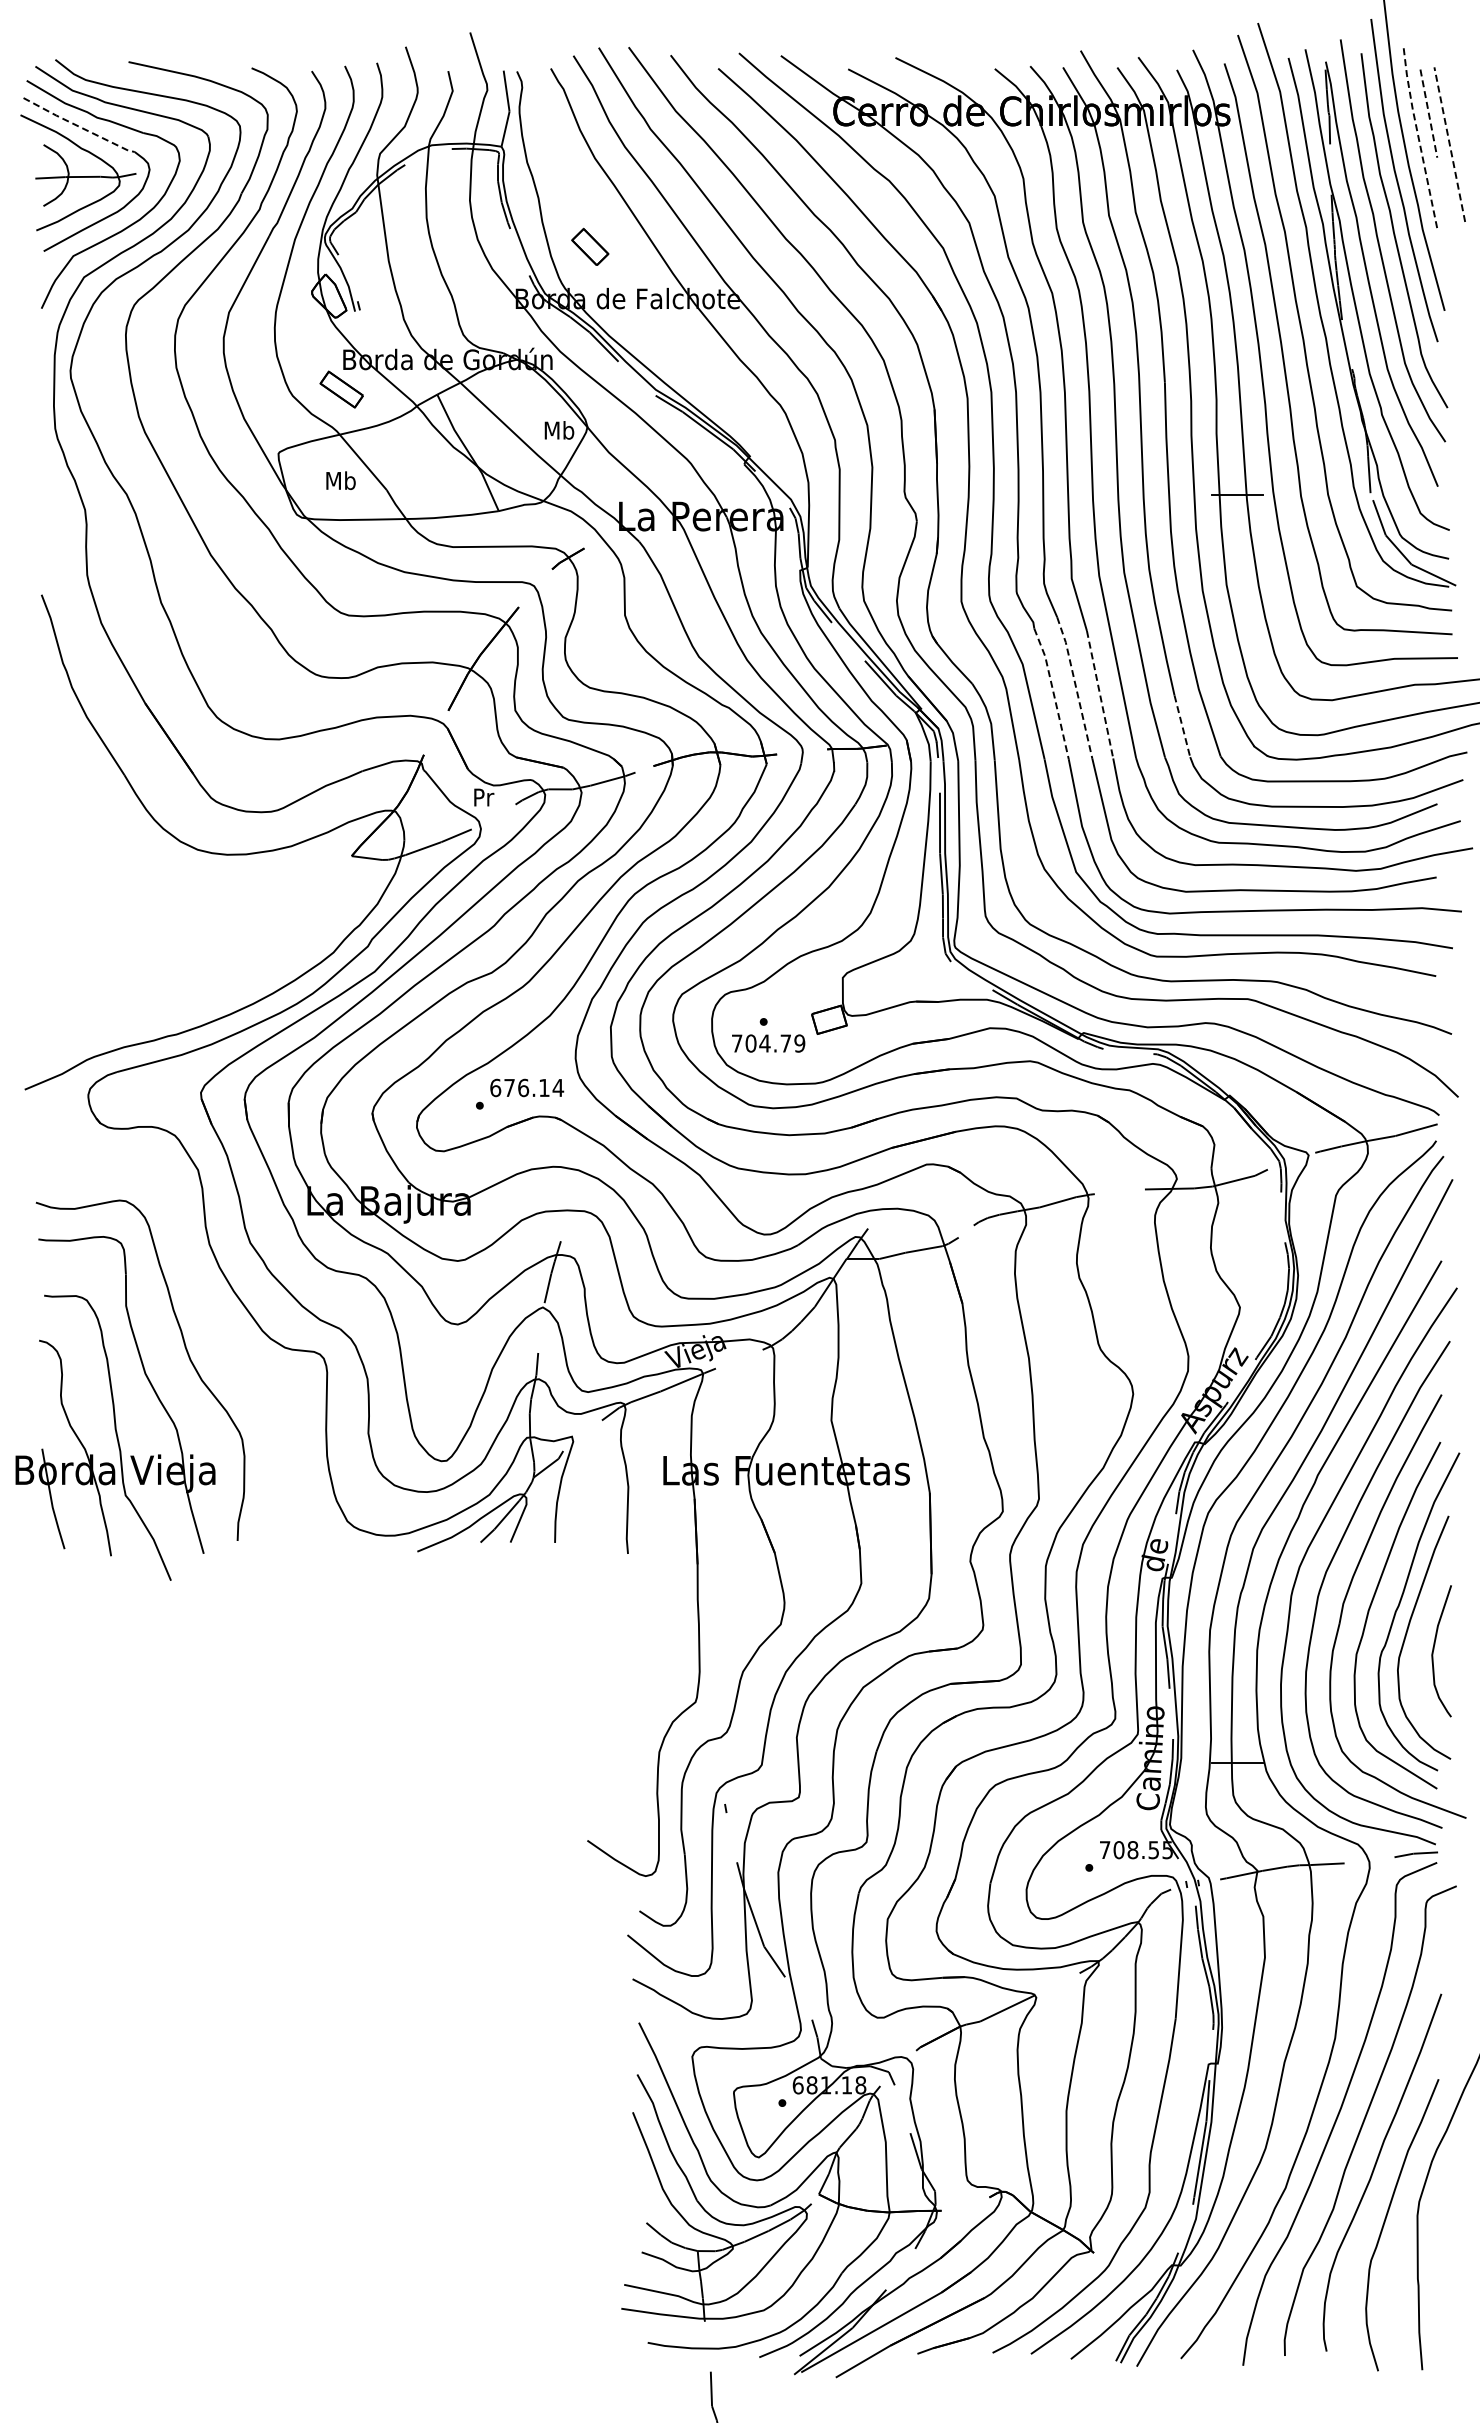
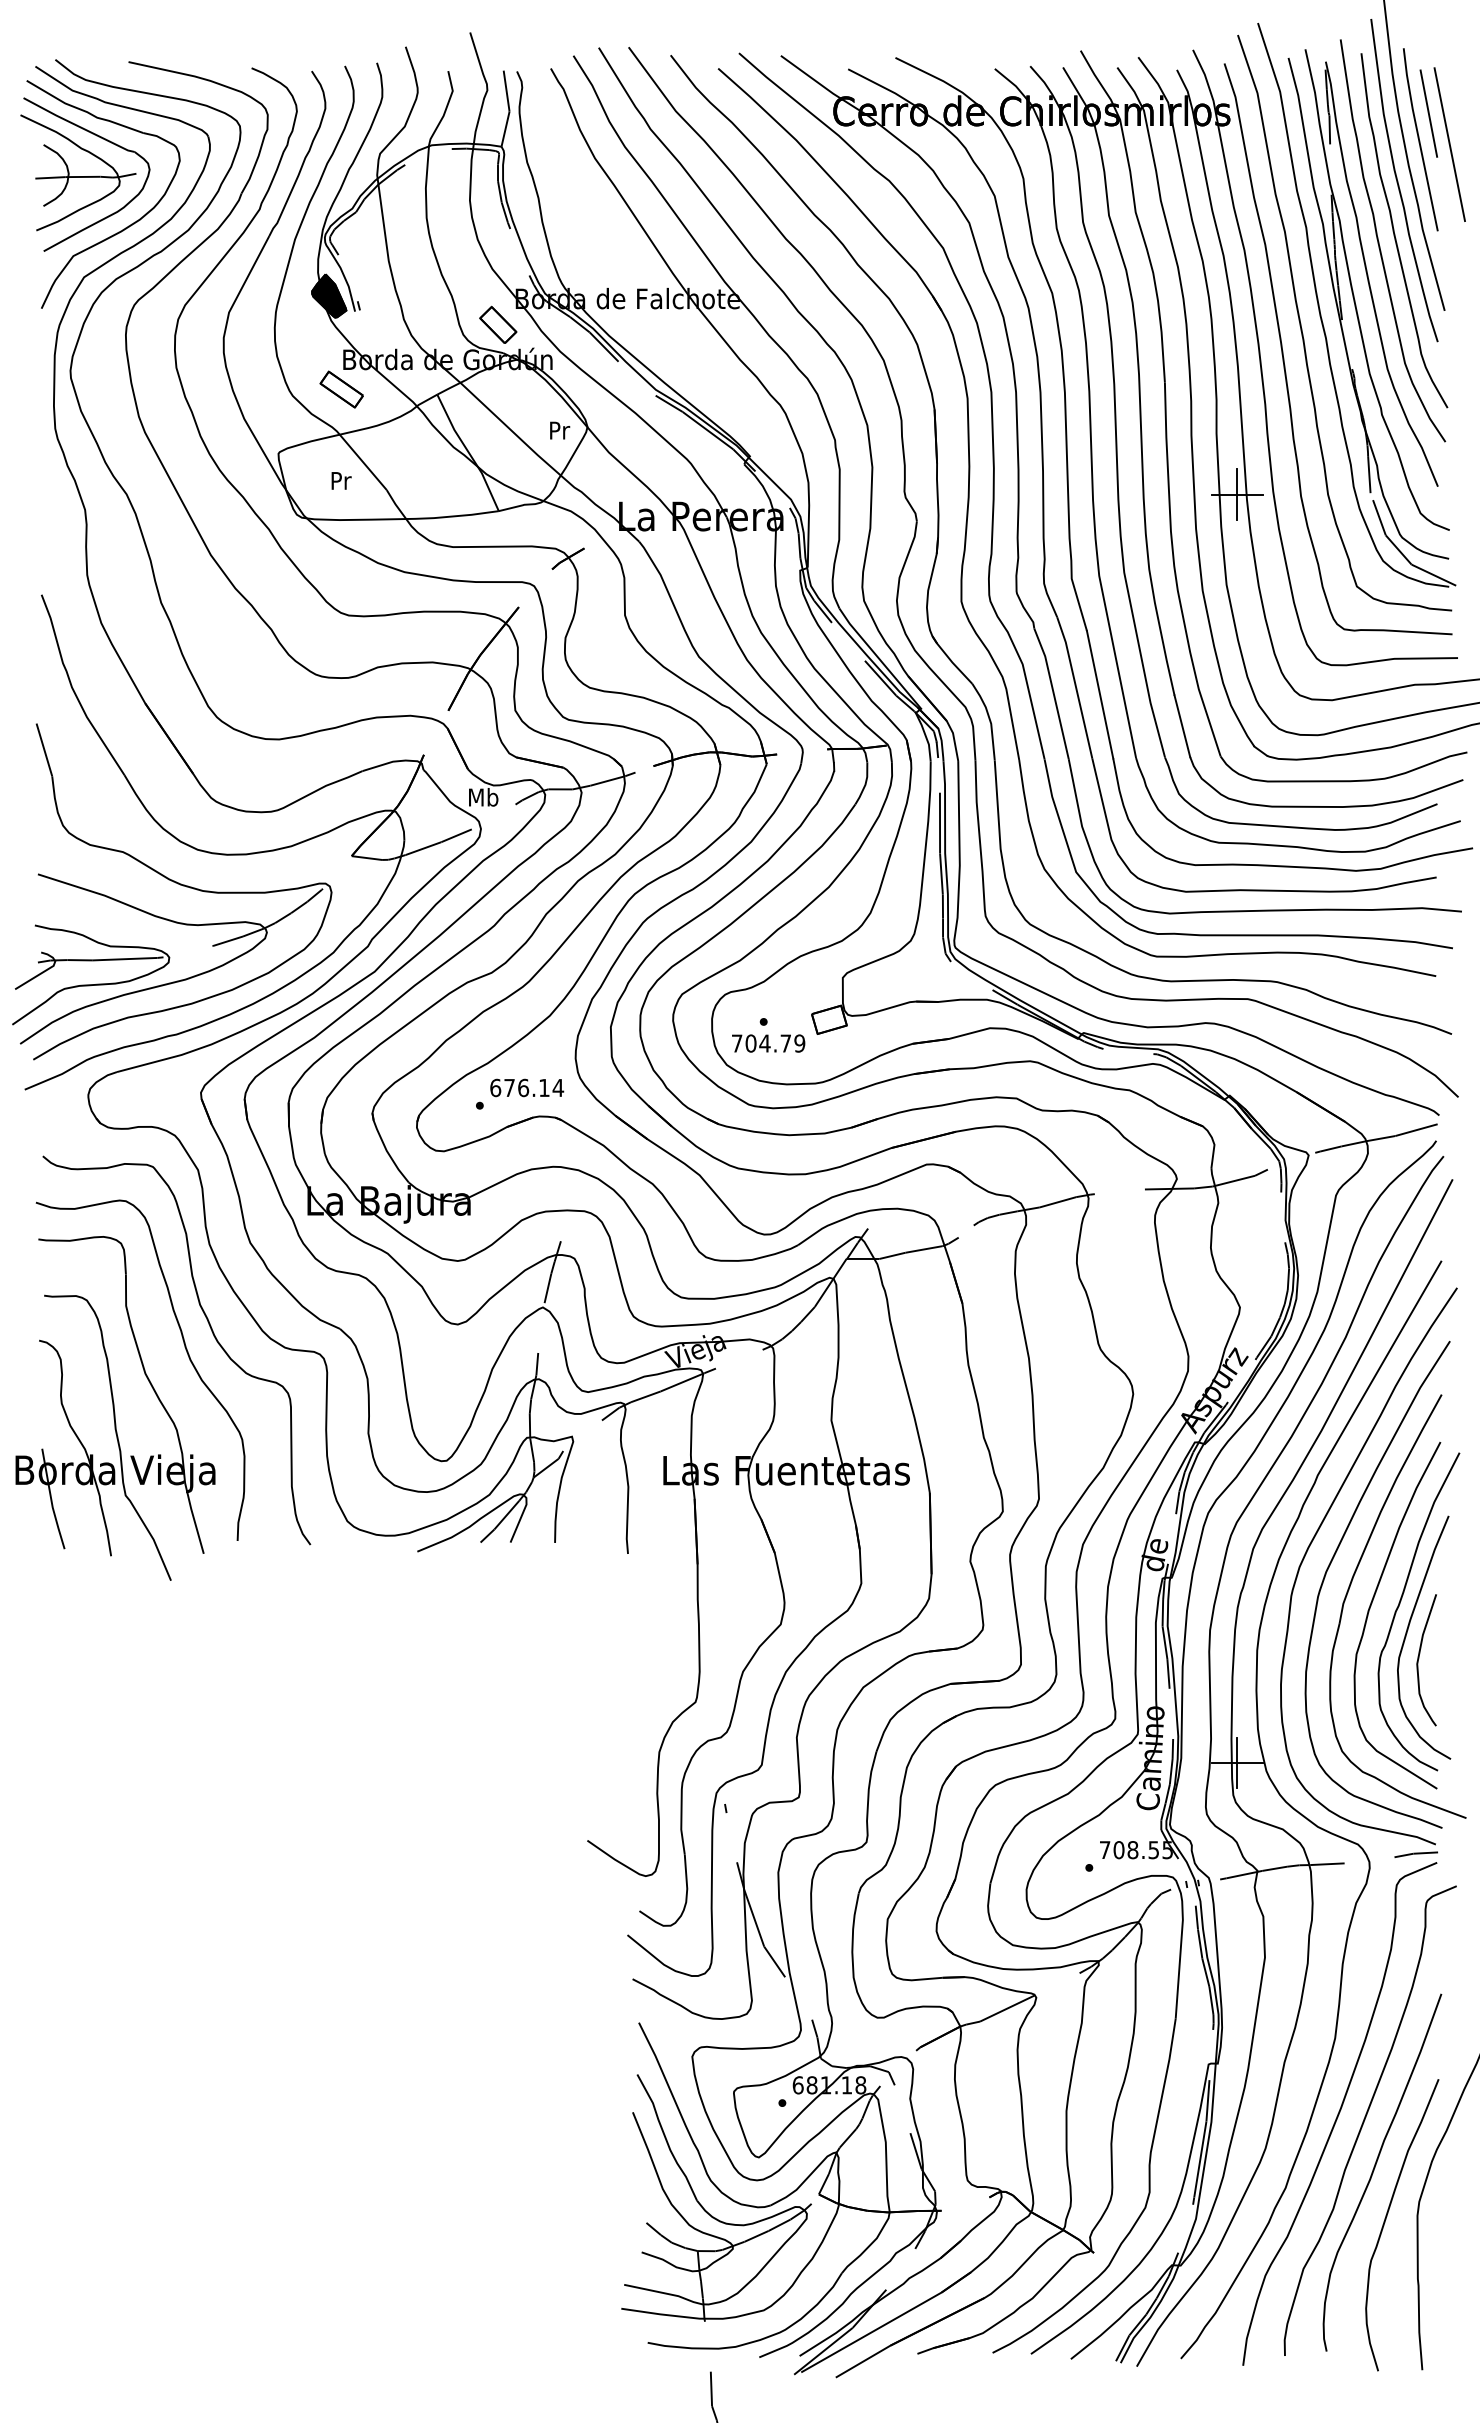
line at (1428, 113): dashed -> solid
line at (78, 126): dashed -> solid
line at (1418, 139): dashed -> solid
line at (1449, 144): dashed -> solid
part at (590, 246) position: (590, 246) -> (498, 324)
fill at (329, 295): none -> present
text at (559, 430): Mb -> Pr
text at (340, 480): Mb -> Pr
line at (1237, 494): none -> present
line at (1075, 687): dashed -> solid
line at (1053, 693): dashed -> solid
line at (1100, 695): dashed -> solid
line at (1182, 726): dashed -> solid
text at (483, 797): Pr -> Mb
part at (175, 883): none -> present
curve at (212, 1334): none -> present
curve at (1434, 1649) position: (1434, 1649) -> (1419, 1658)
line at (1237, 1762): none -> present
